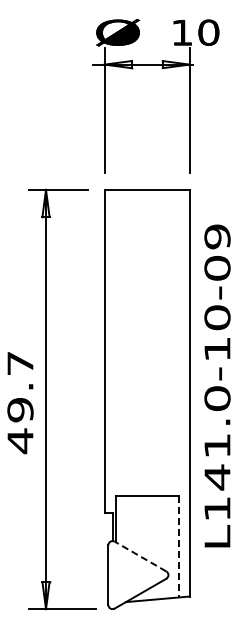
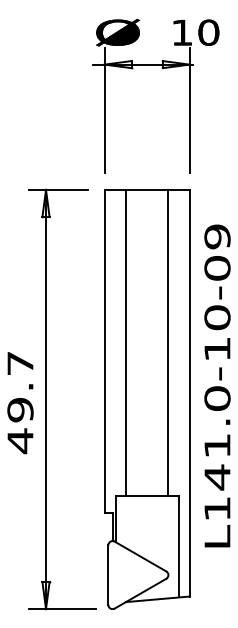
line at (126, 342): none -> present
line at (168, 342): none -> present
line at (178, 546): dashed -> solid
line at (140, 556): dashed -> solid
